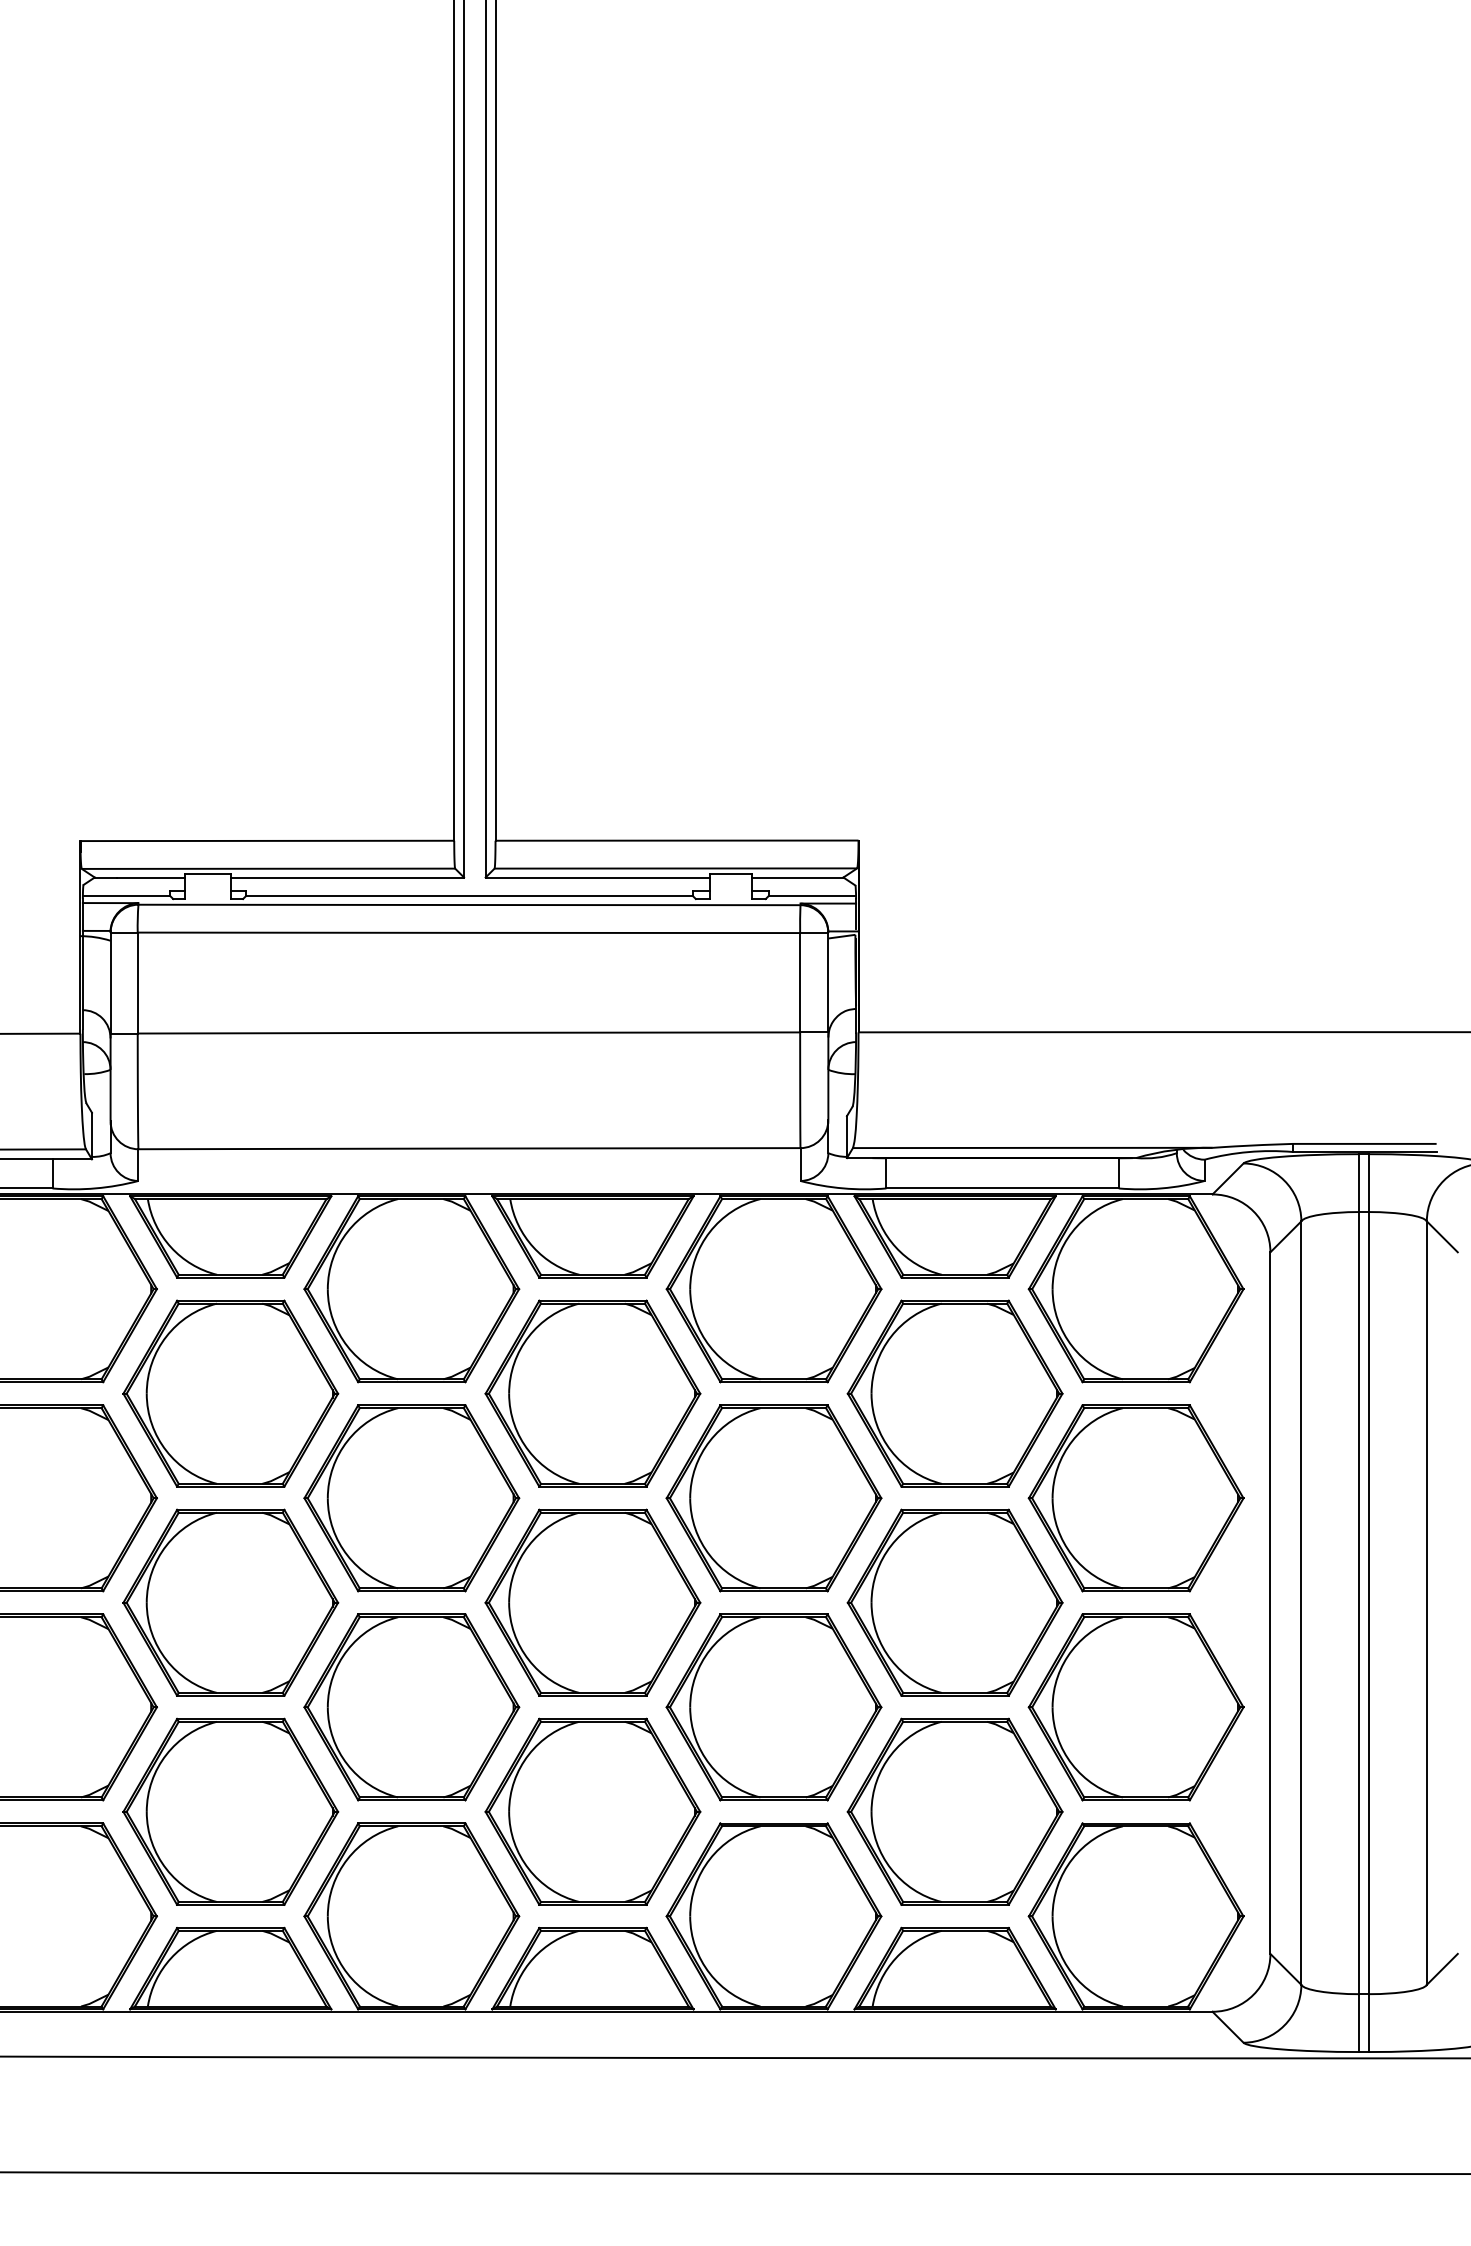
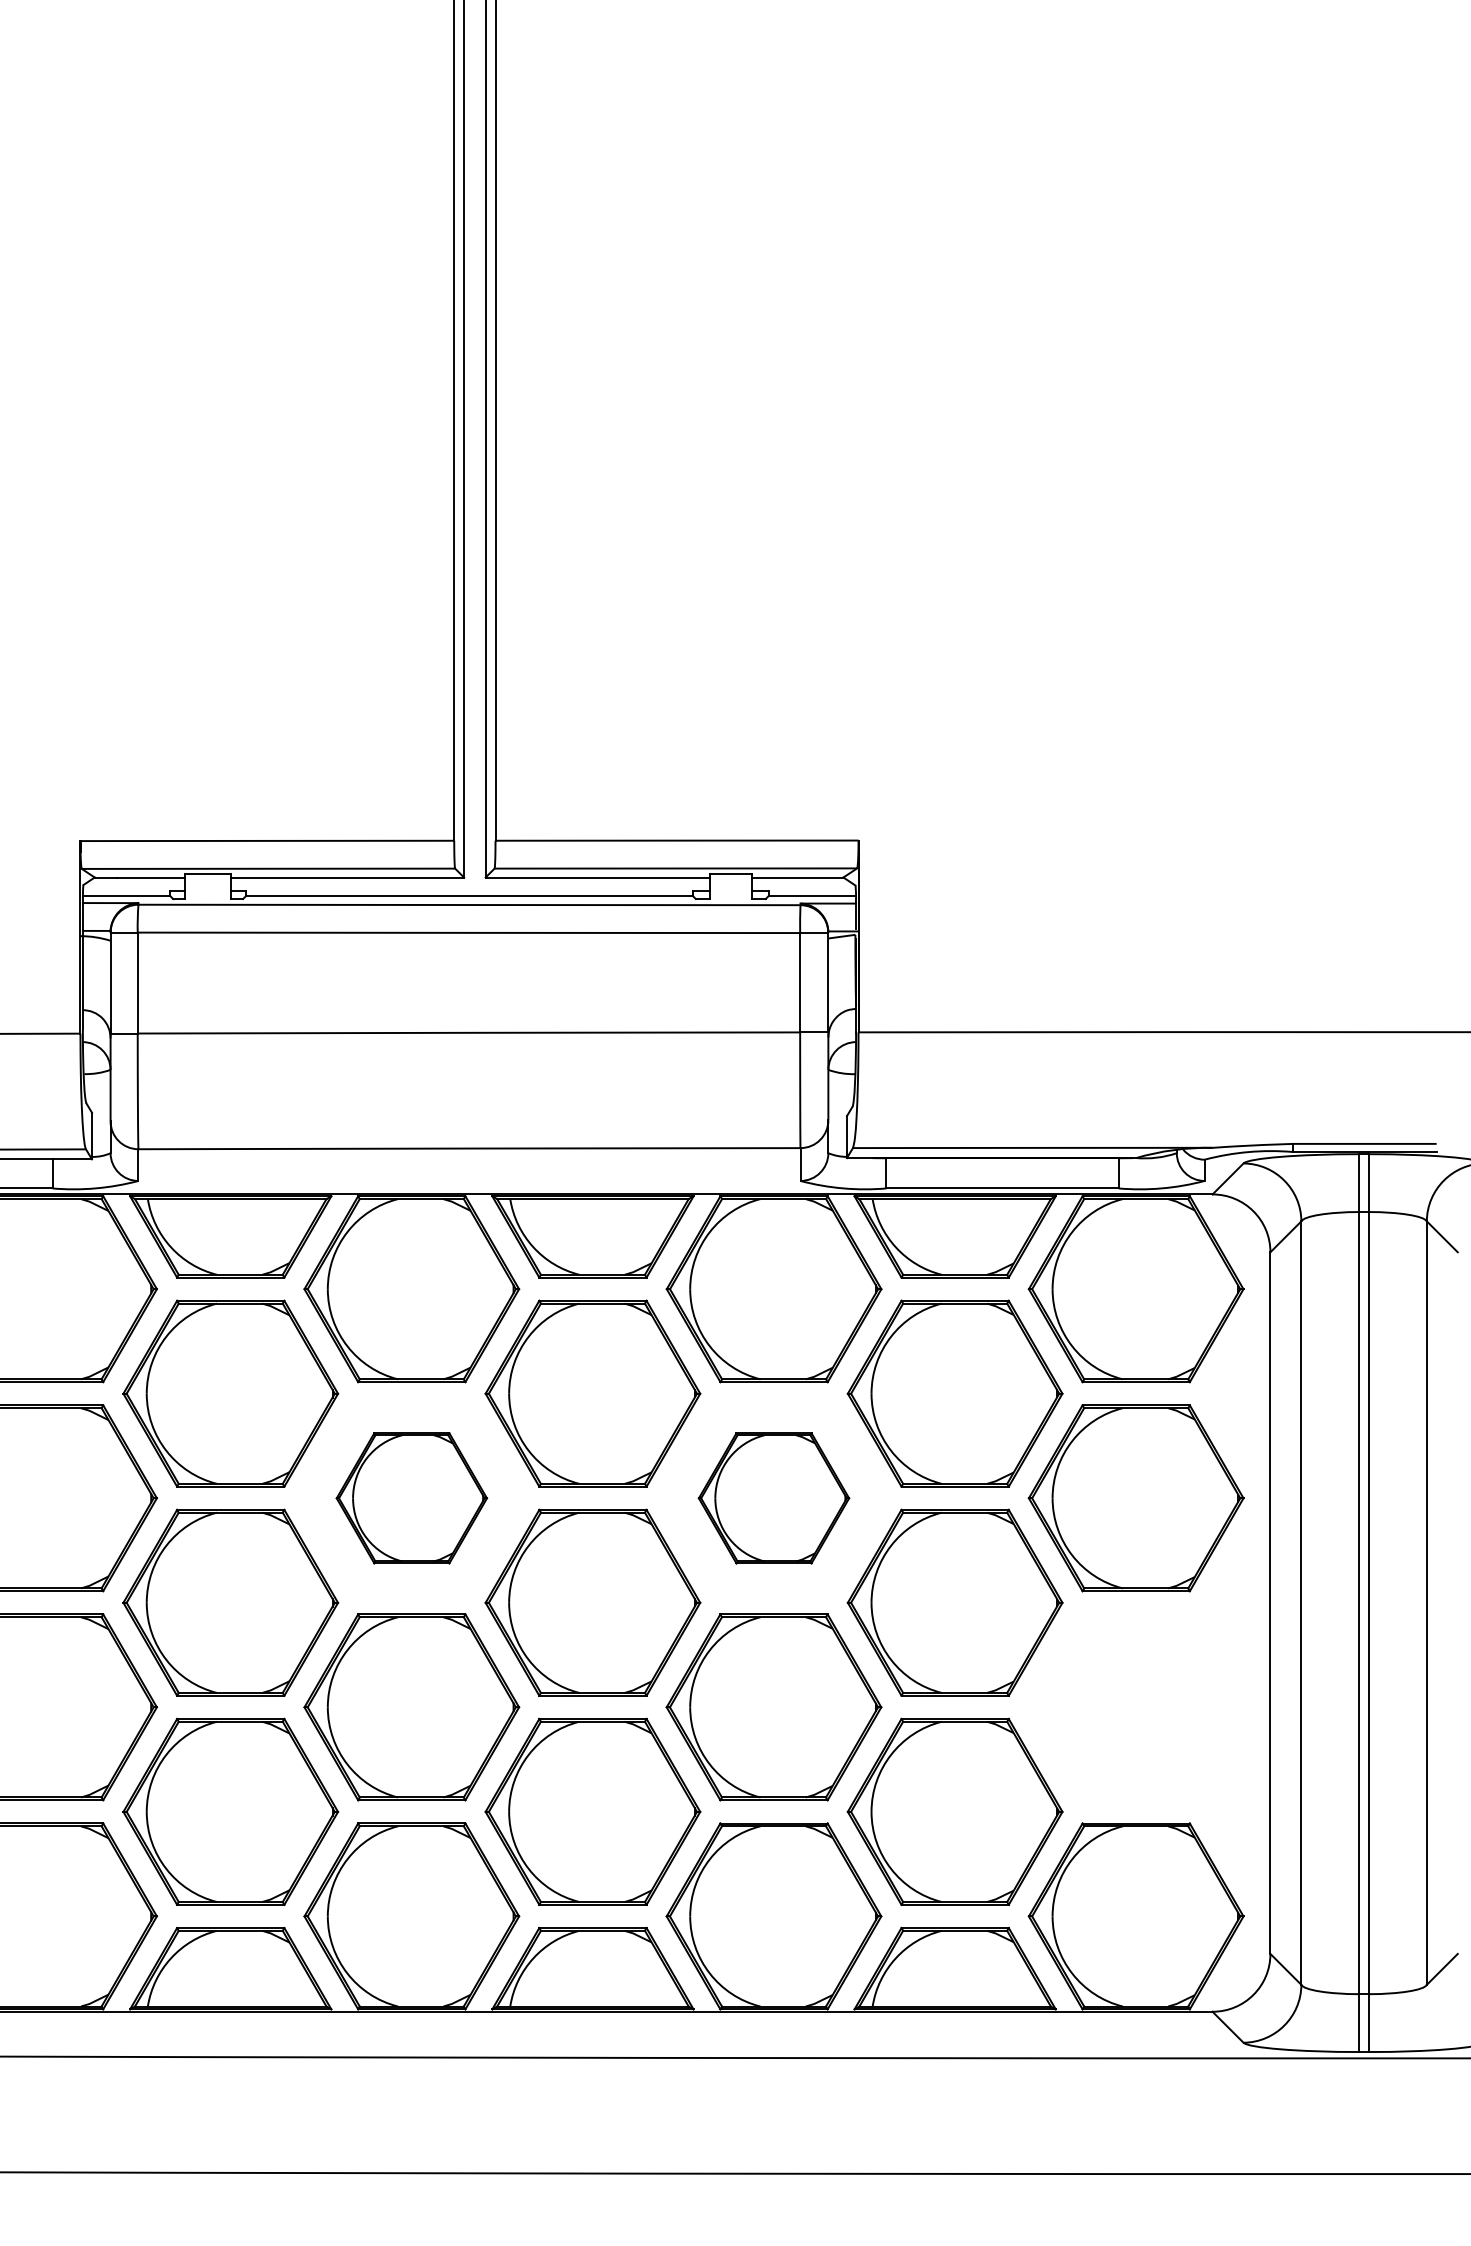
part at (411, 1498) size: 218x189 px -> 154x133 px
part at (773, 1498) size: 218x189 px -> 154x133 px
part at (1135, 1707): present -> none
